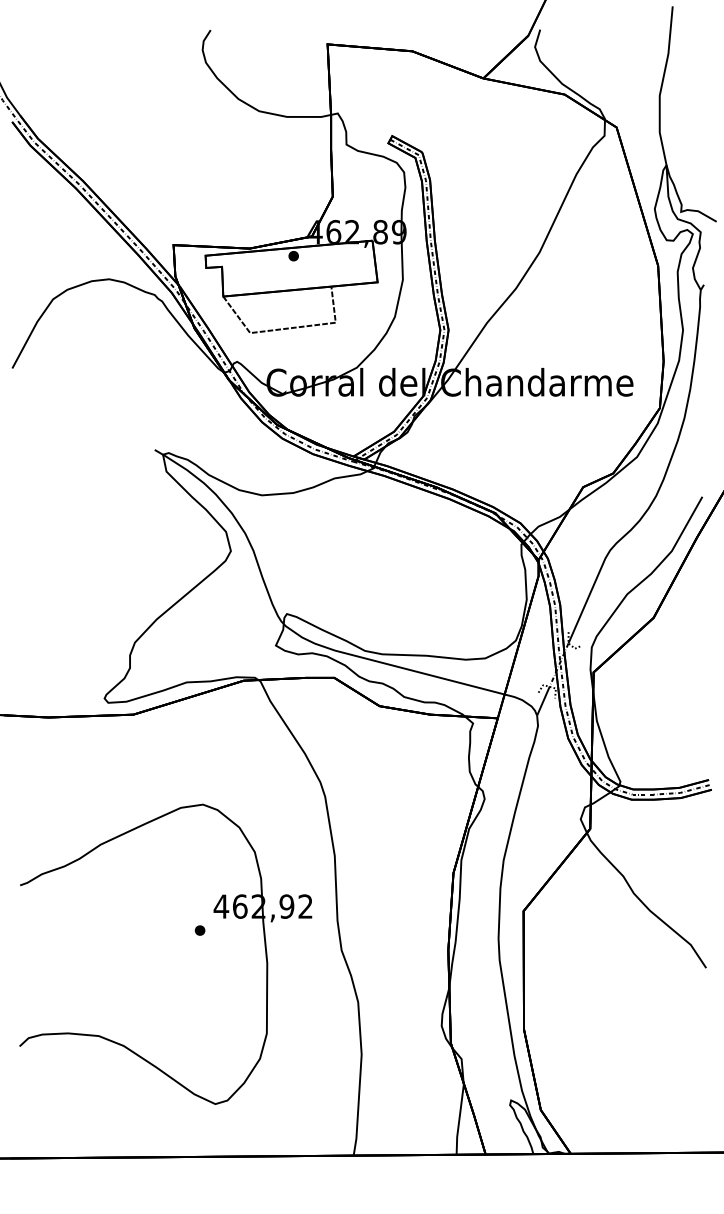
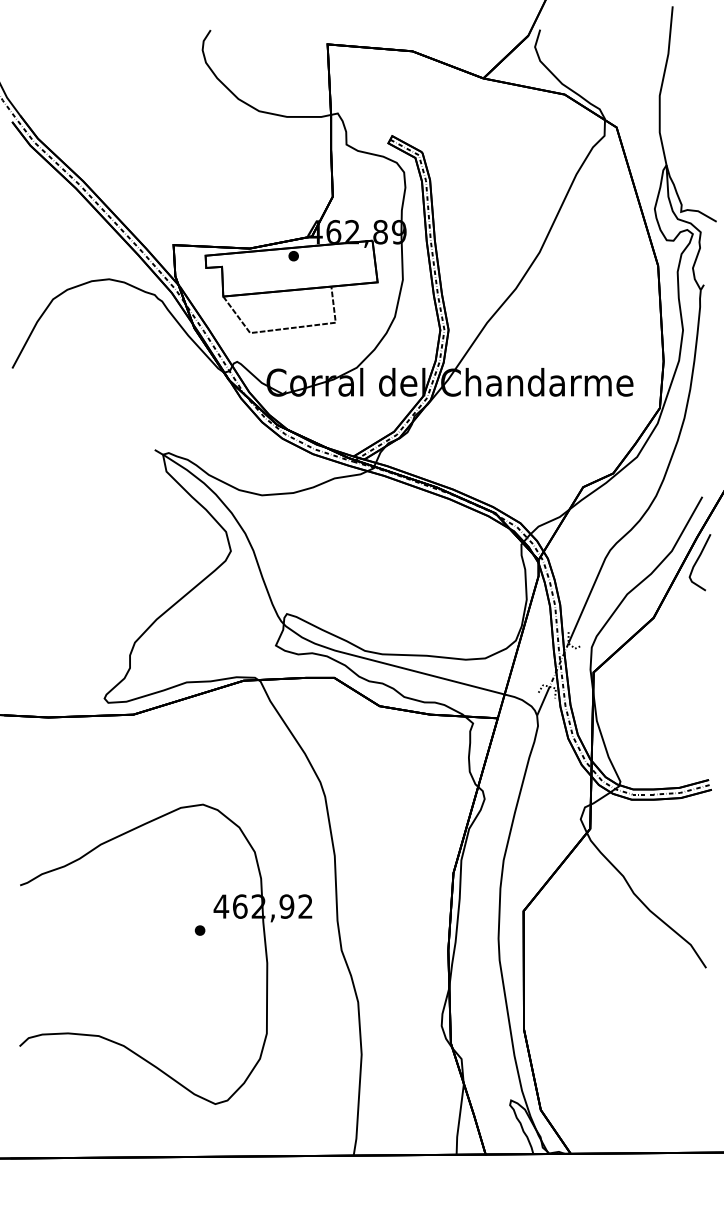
curve at (698, 560): none -> present
